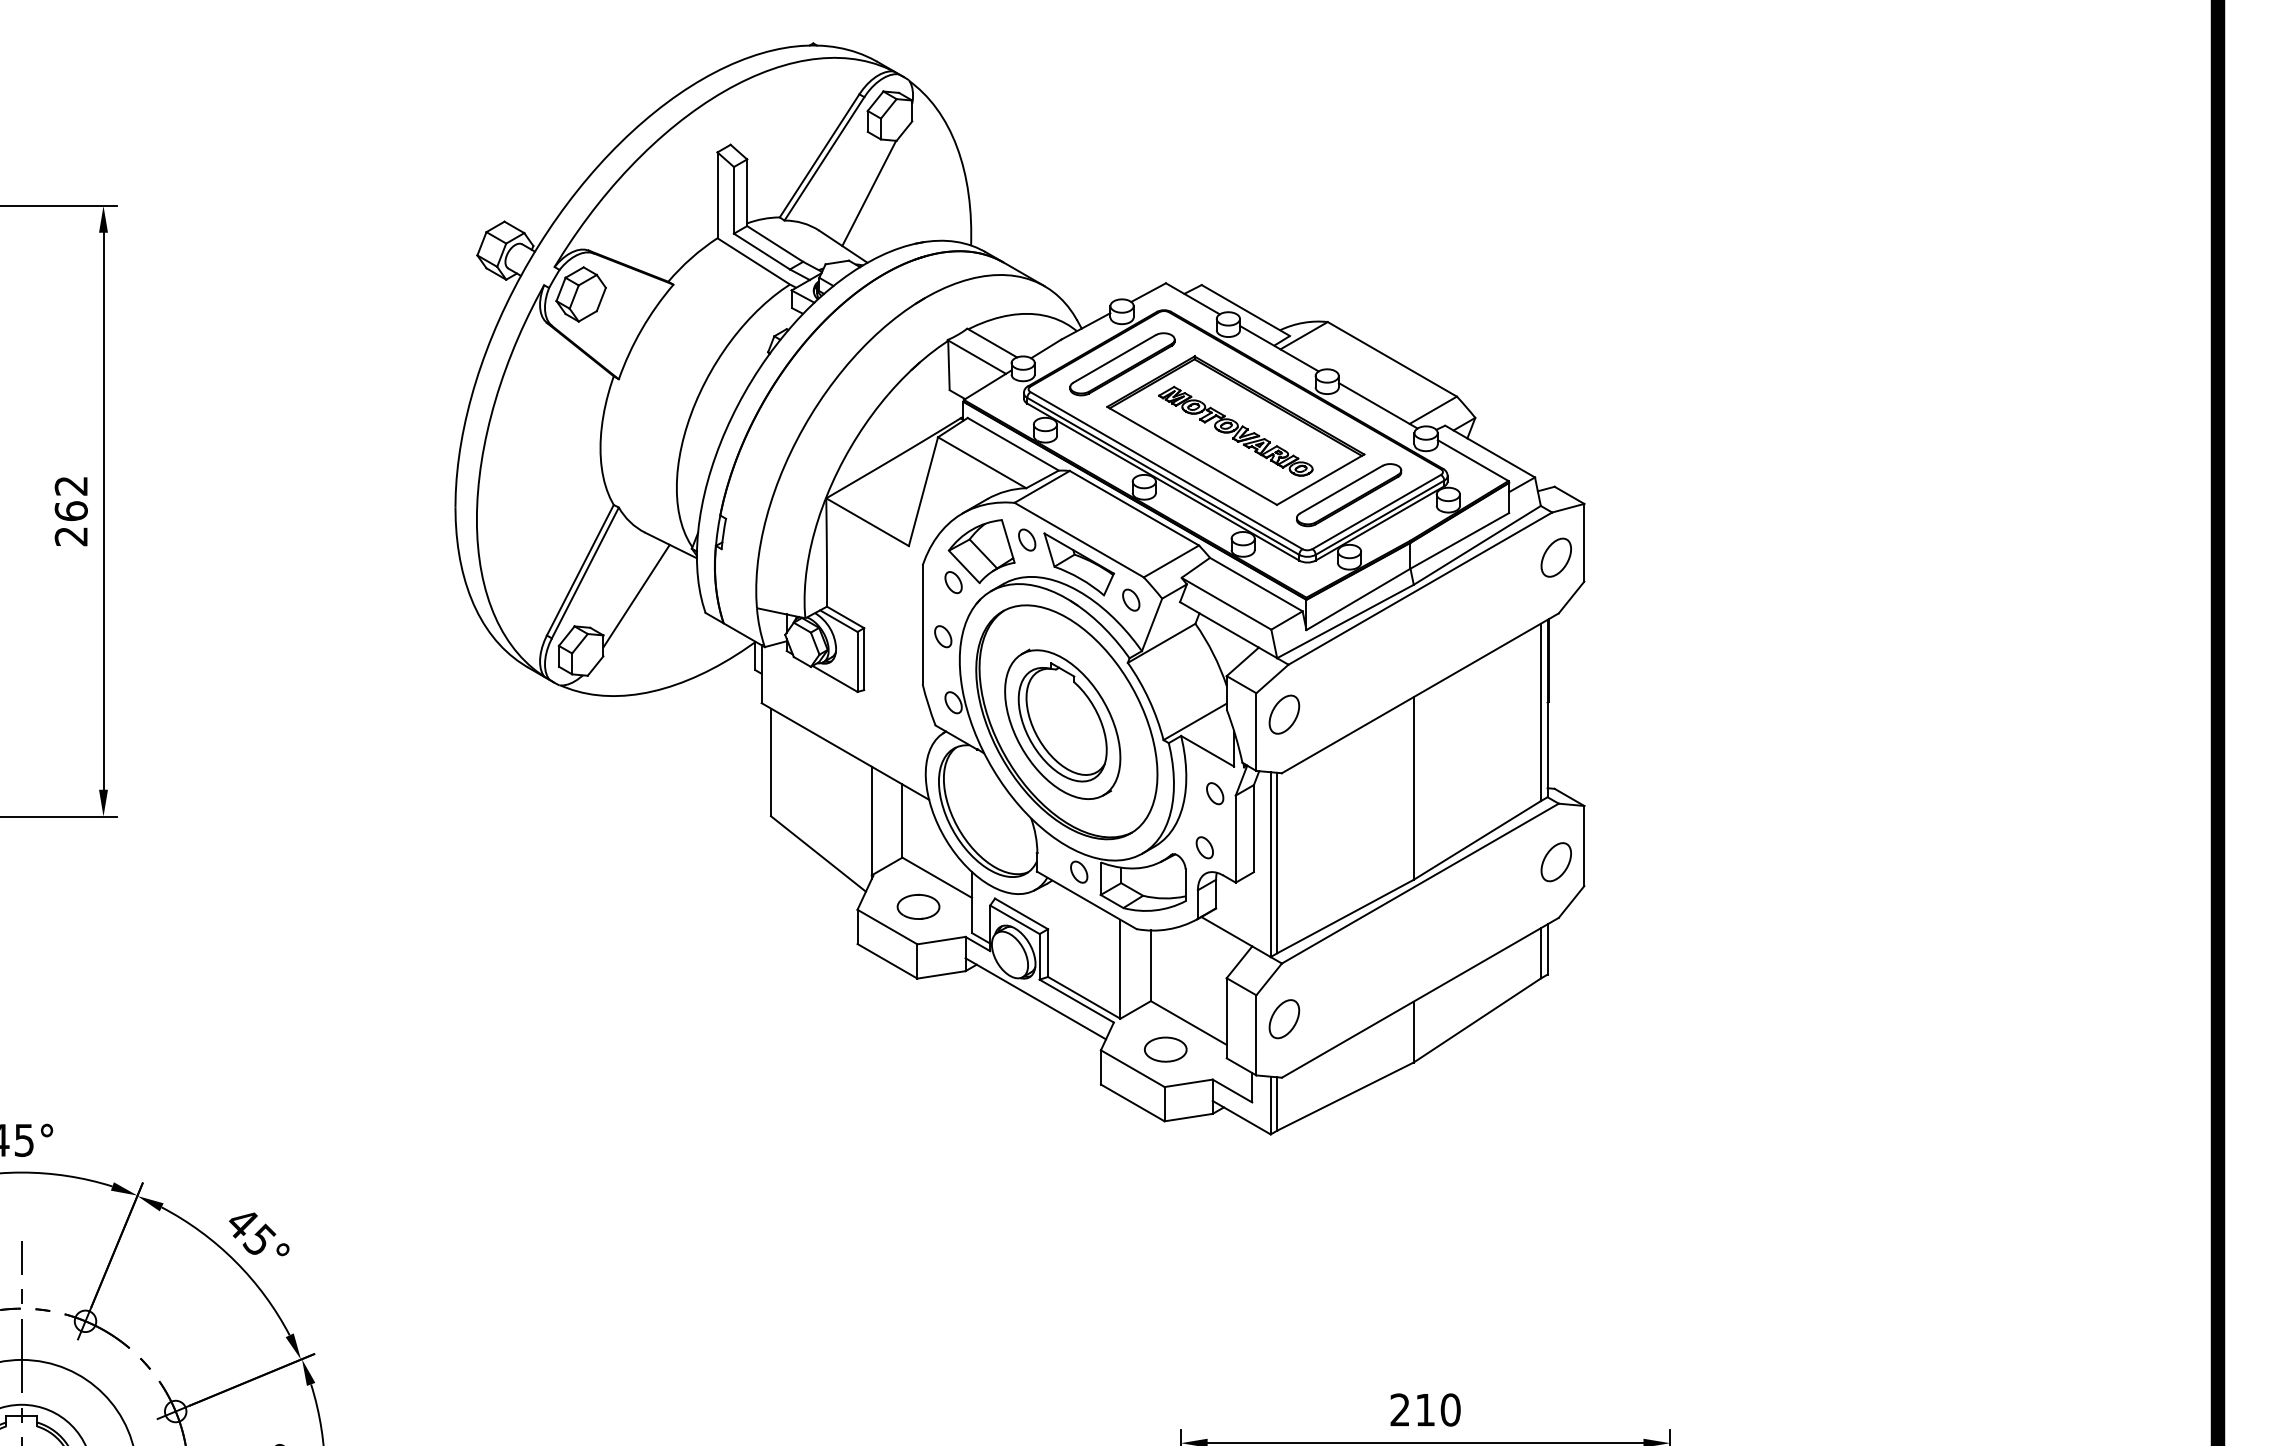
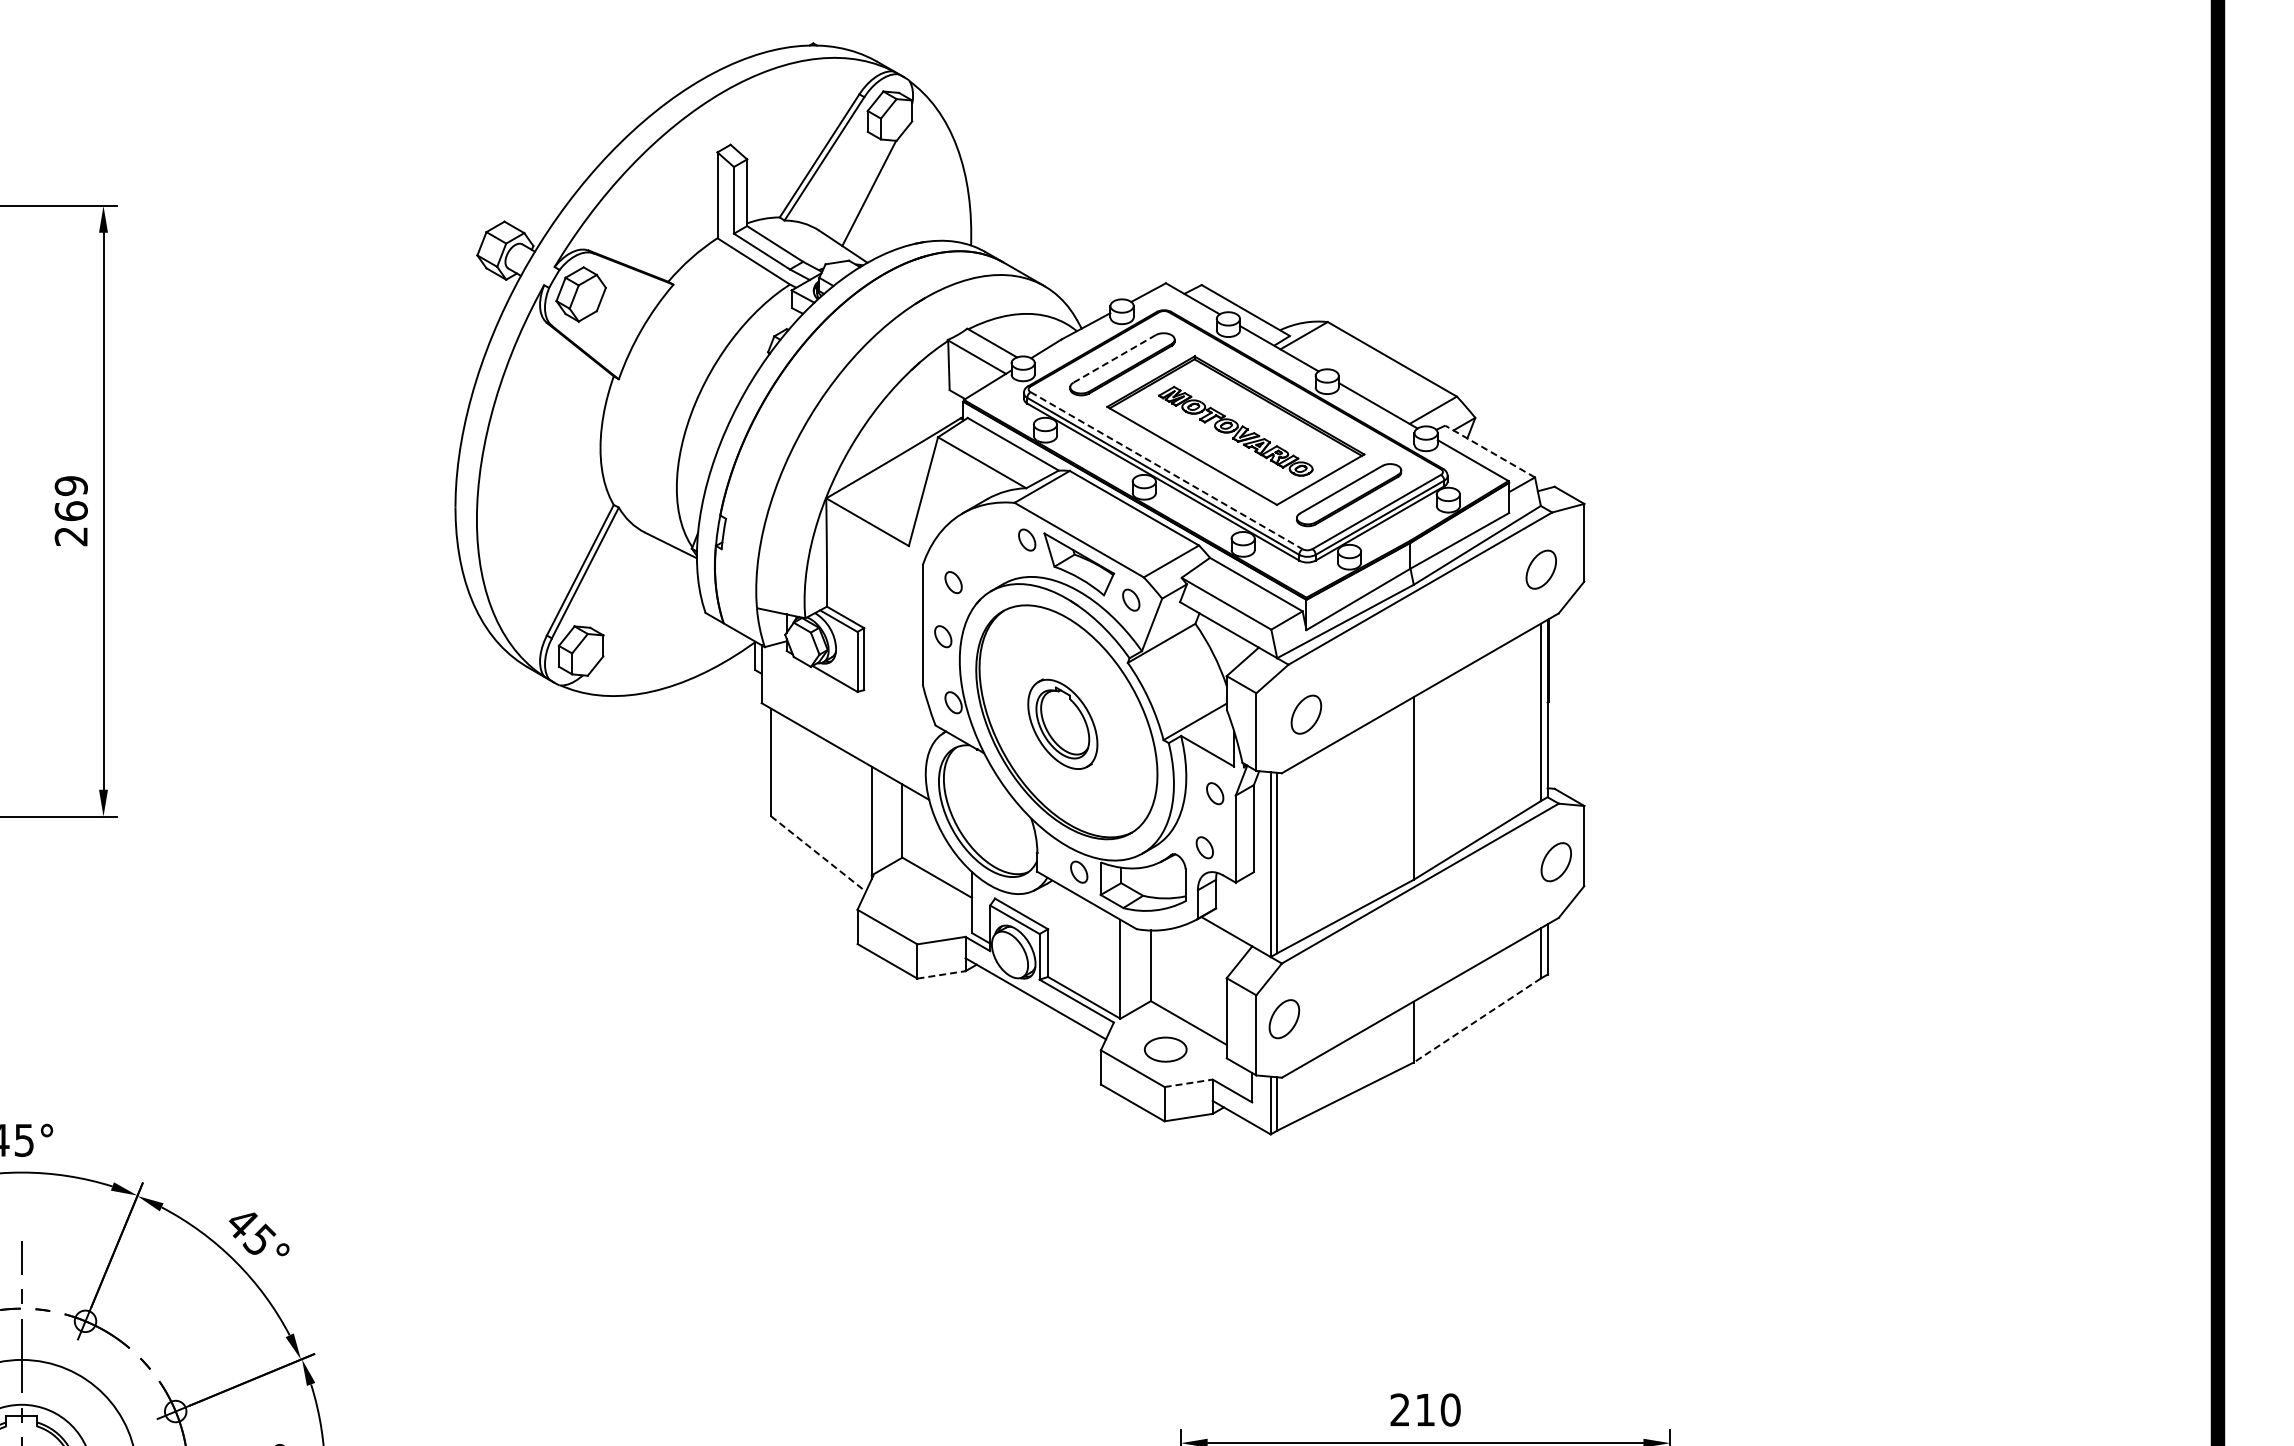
line at (1114, 358): solid -> dashed
line at (1490, 451): solid -> dashed
line at (1166, 470): solid -> dashed
text at (70, 486): 262 -> 269
part at (981, 551): present -> none
part at (1555, 557) position: (1555, 557) -> (1540, 569)
line at (636, 595): present -> none
part at (1284, 714) position: (1284, 714) -> (1306, 714)
part at (1062, 723) size: 118x152 px -> 72x92 px
line at (818, 853): solid -> dashed
part at (918, 906): present -> none
line at (941, 974): solid -> dashed
line at (1476, 1020): solid -> dashed
line at (1189, 1083): solid -> dashed
